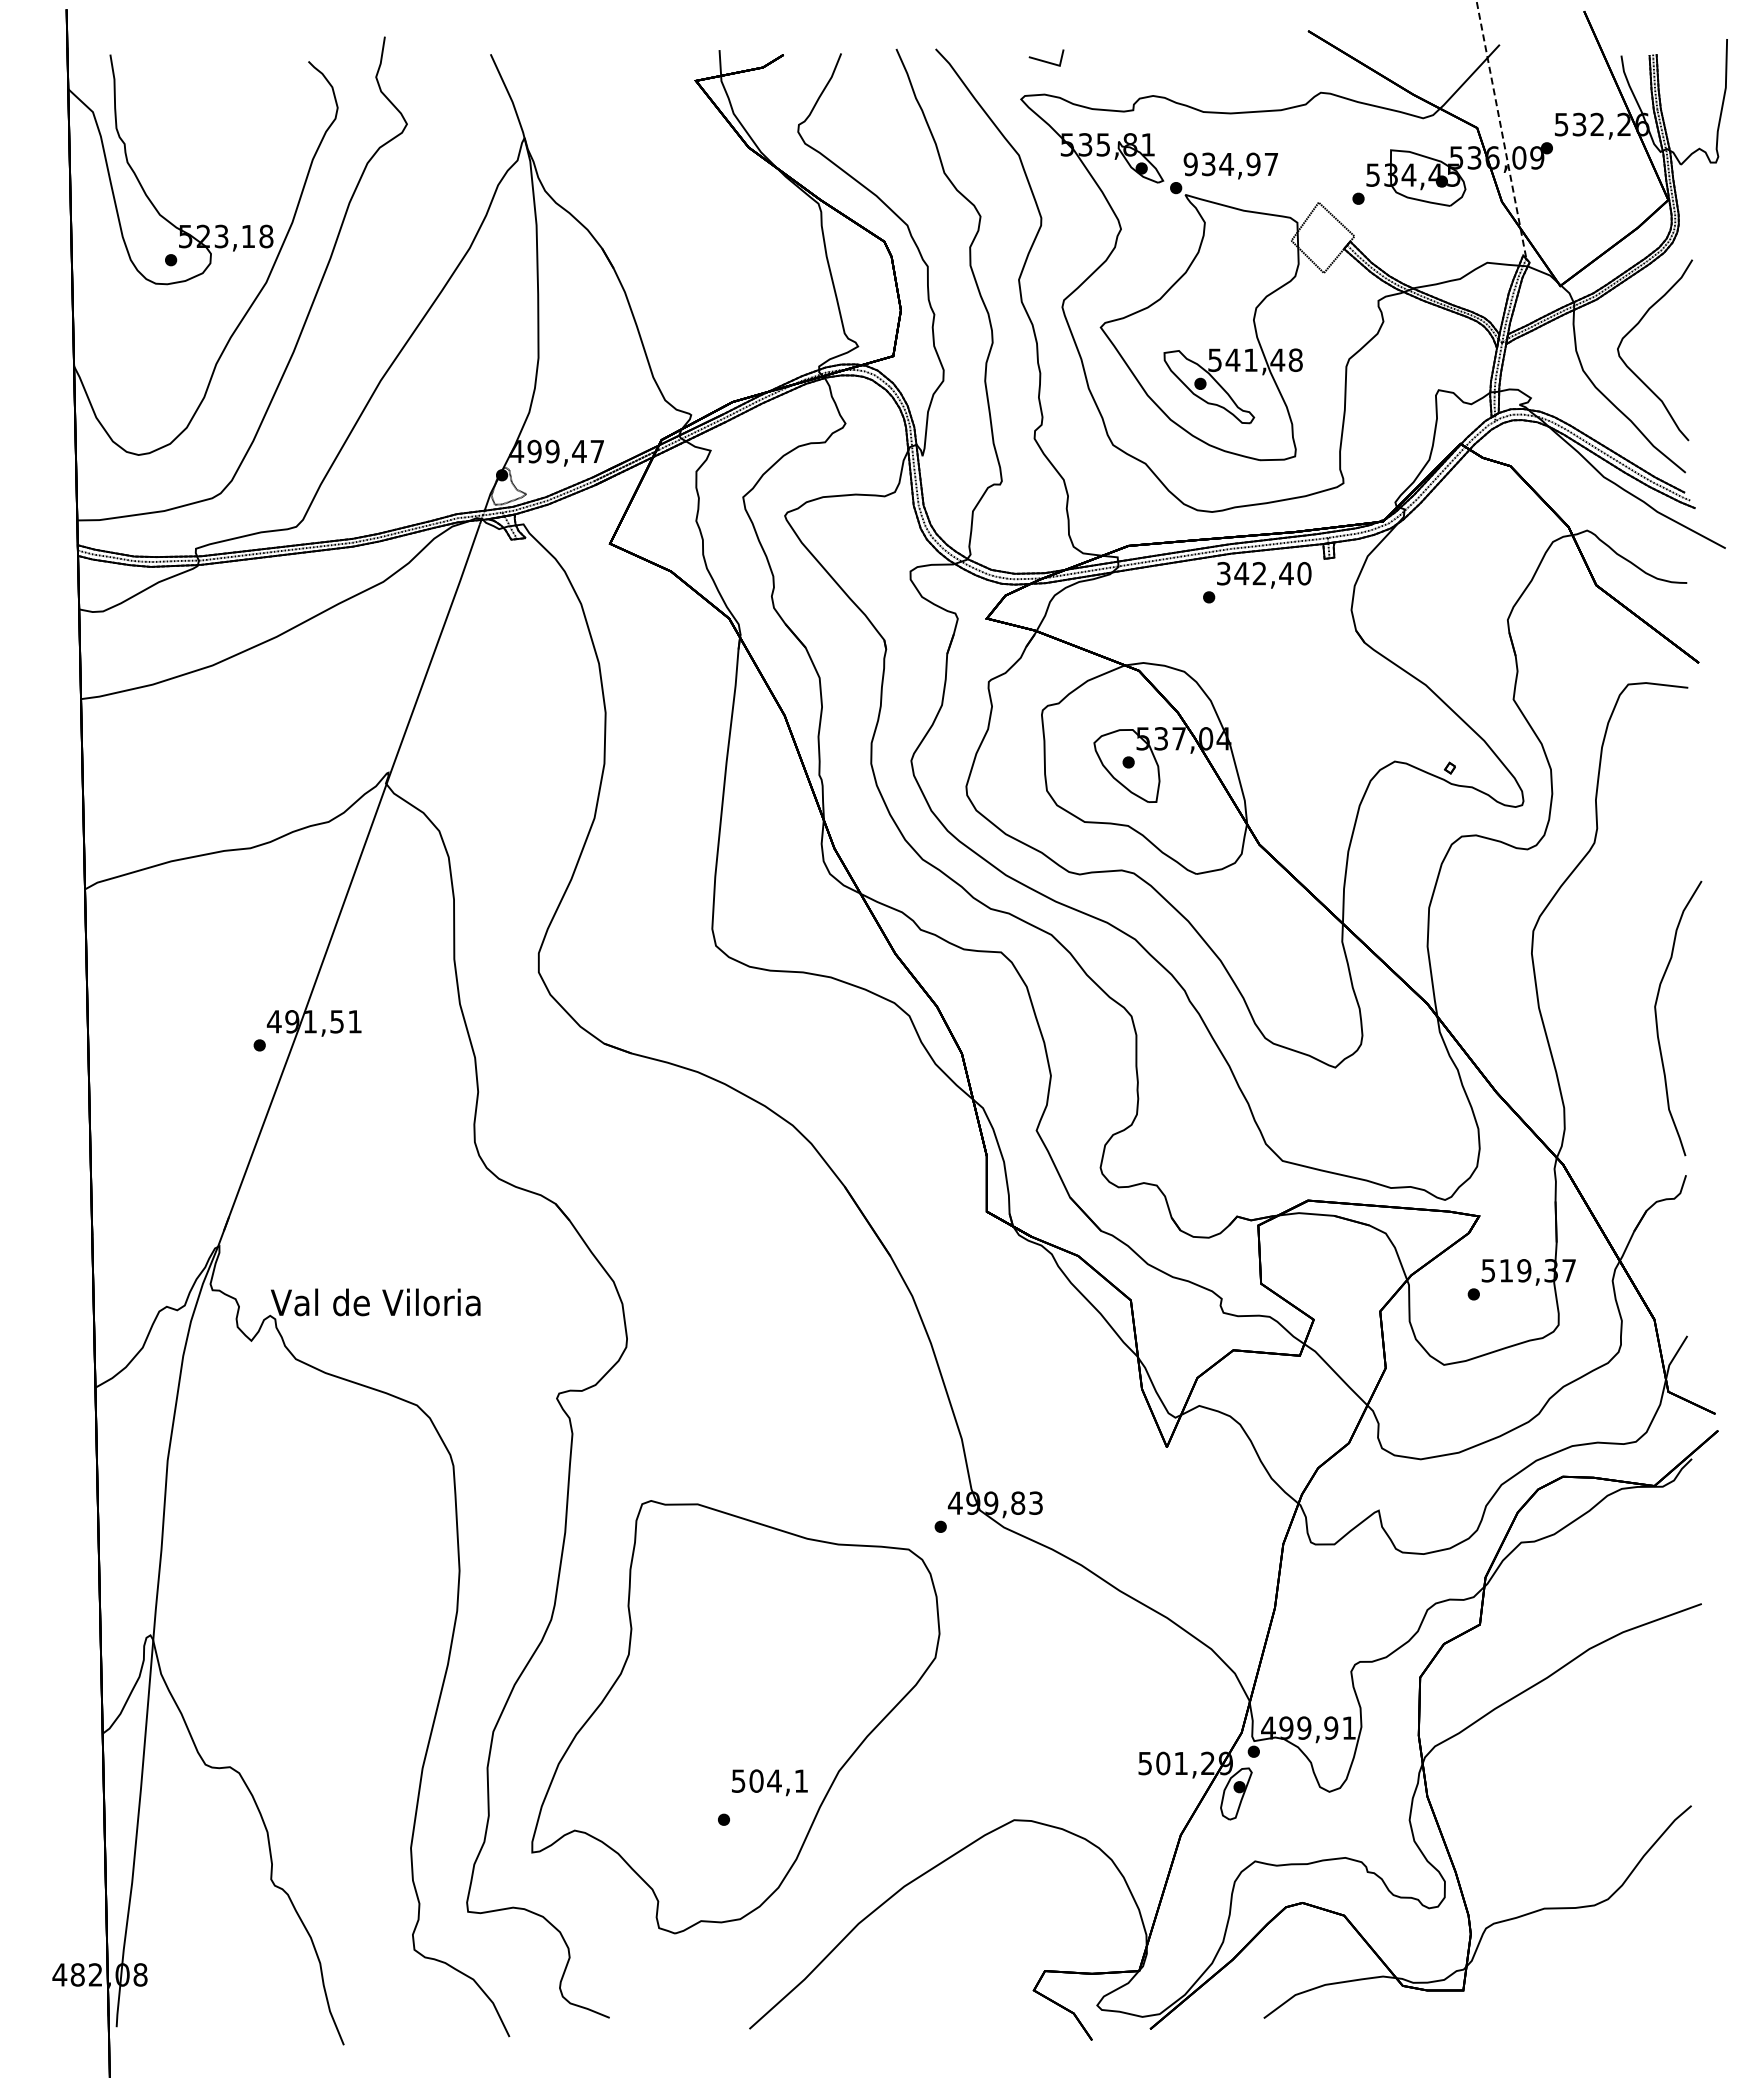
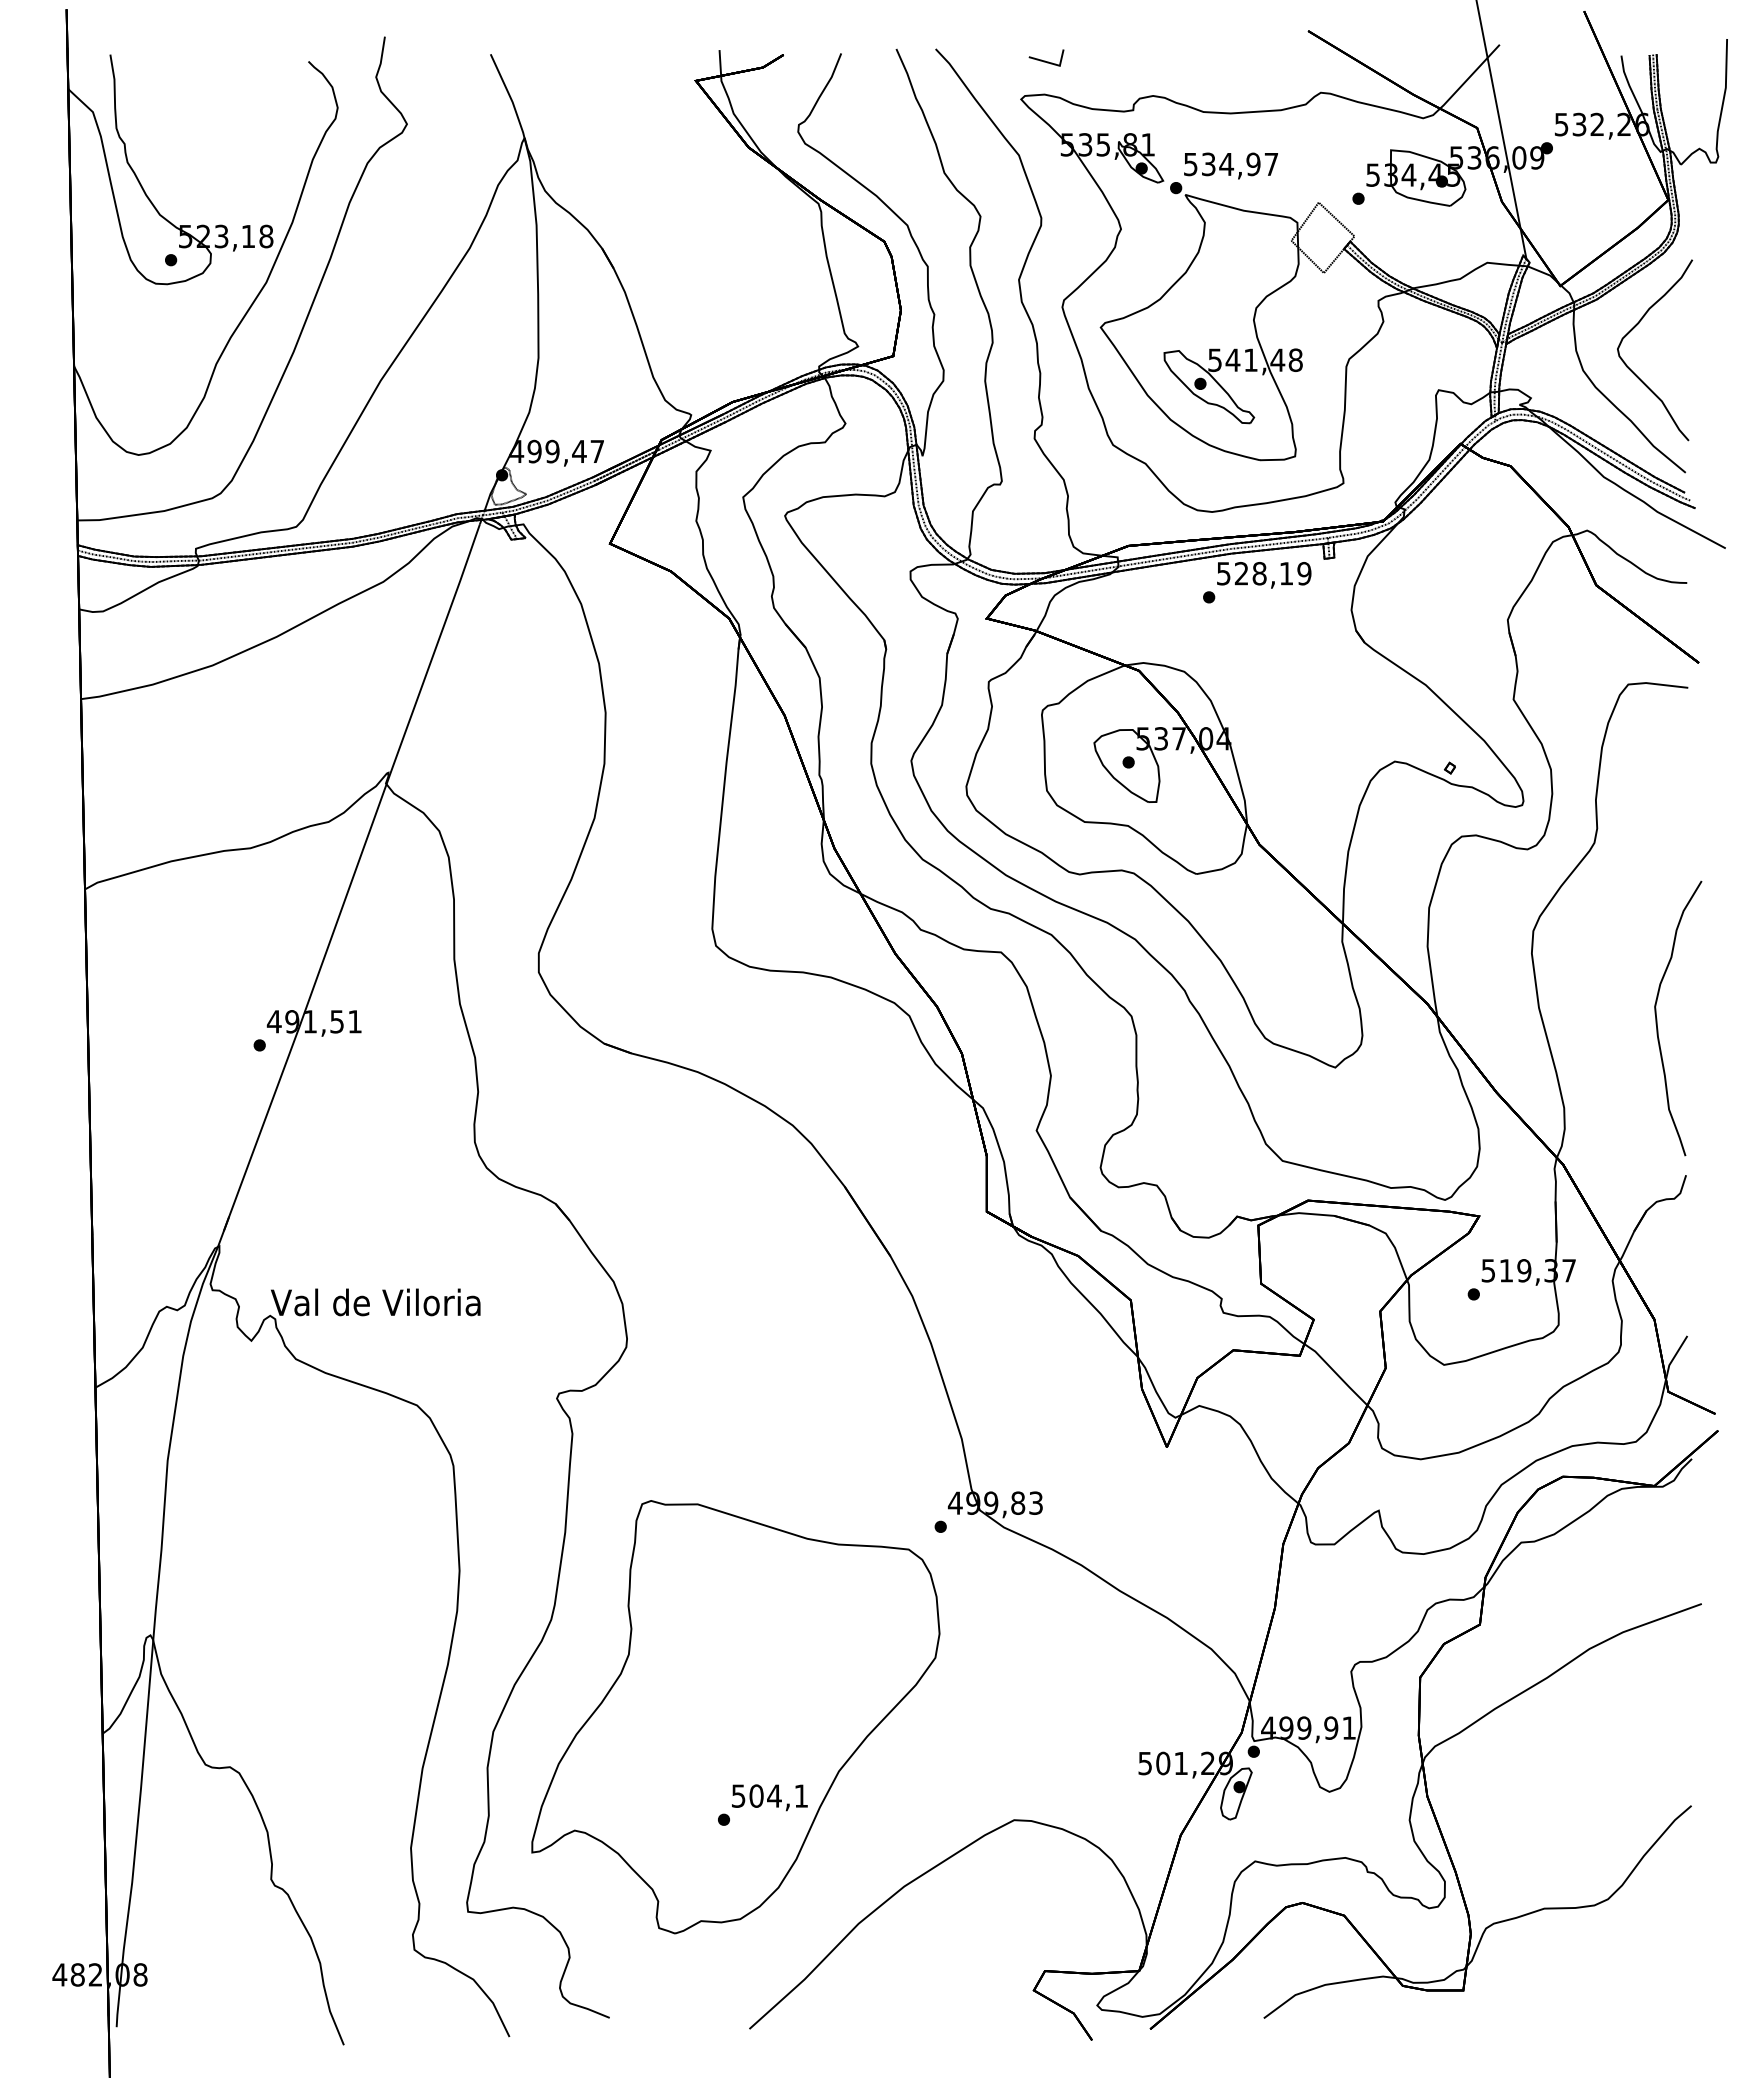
line at (1501, 130): dashed -> solid
text at (1190, 163): 934,97 -> 534,97
text at (1264, 573): 342,40 -> 528,19
text at (769, 1782) position: (769, 1782) -> (769, 1797)
